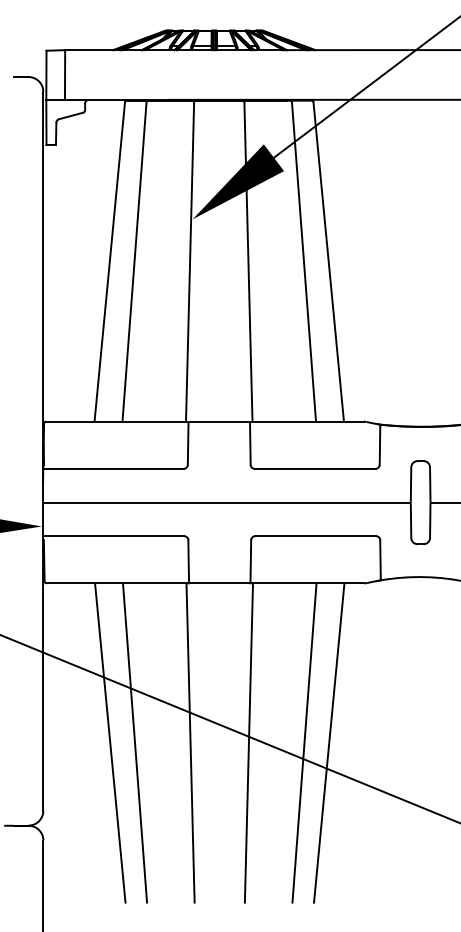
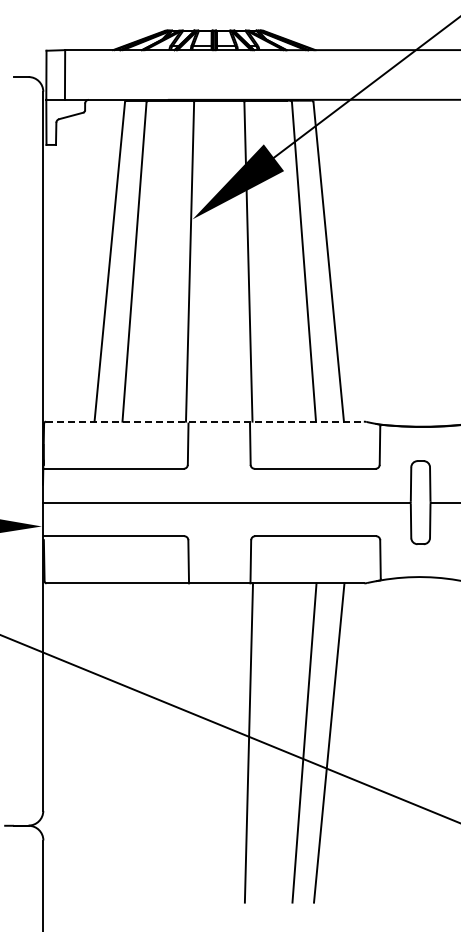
line at (204, 421): solid -> dashed
line at (110, 742): present -> none
line at (135, 742): present -> none
line at (190, 742): present -> none
